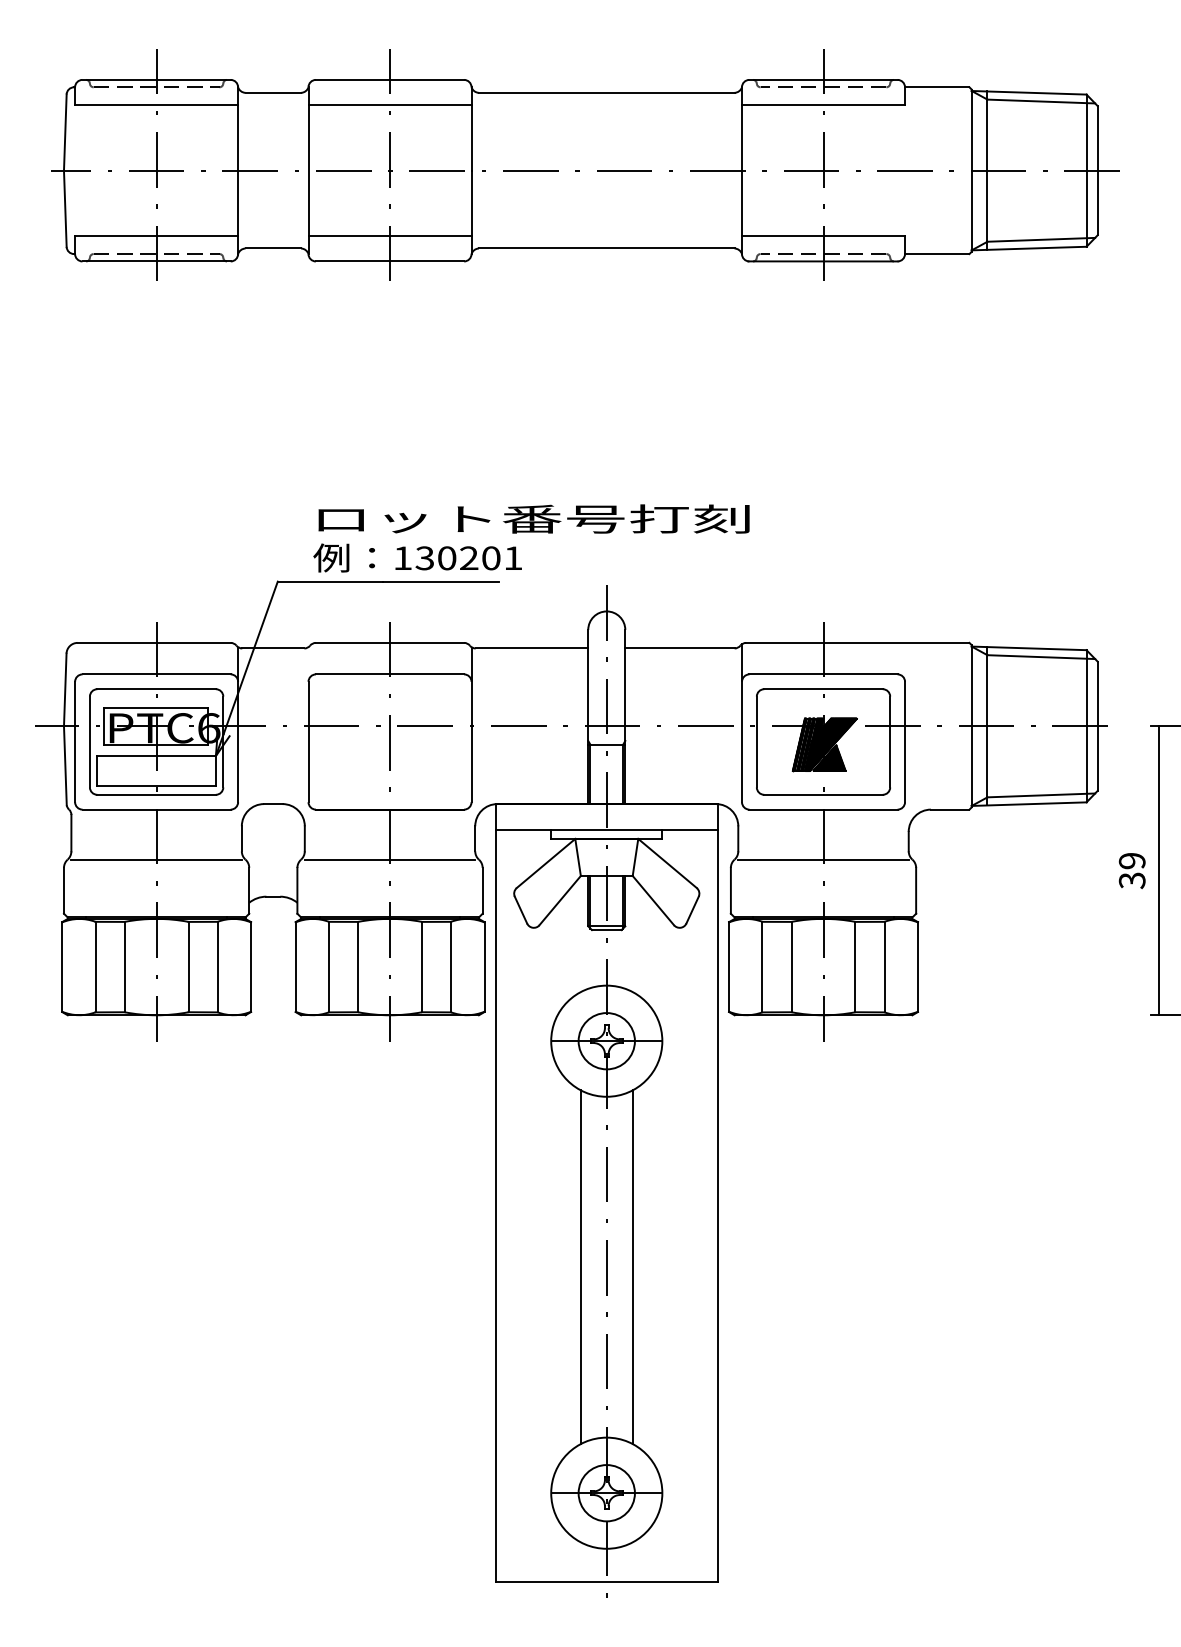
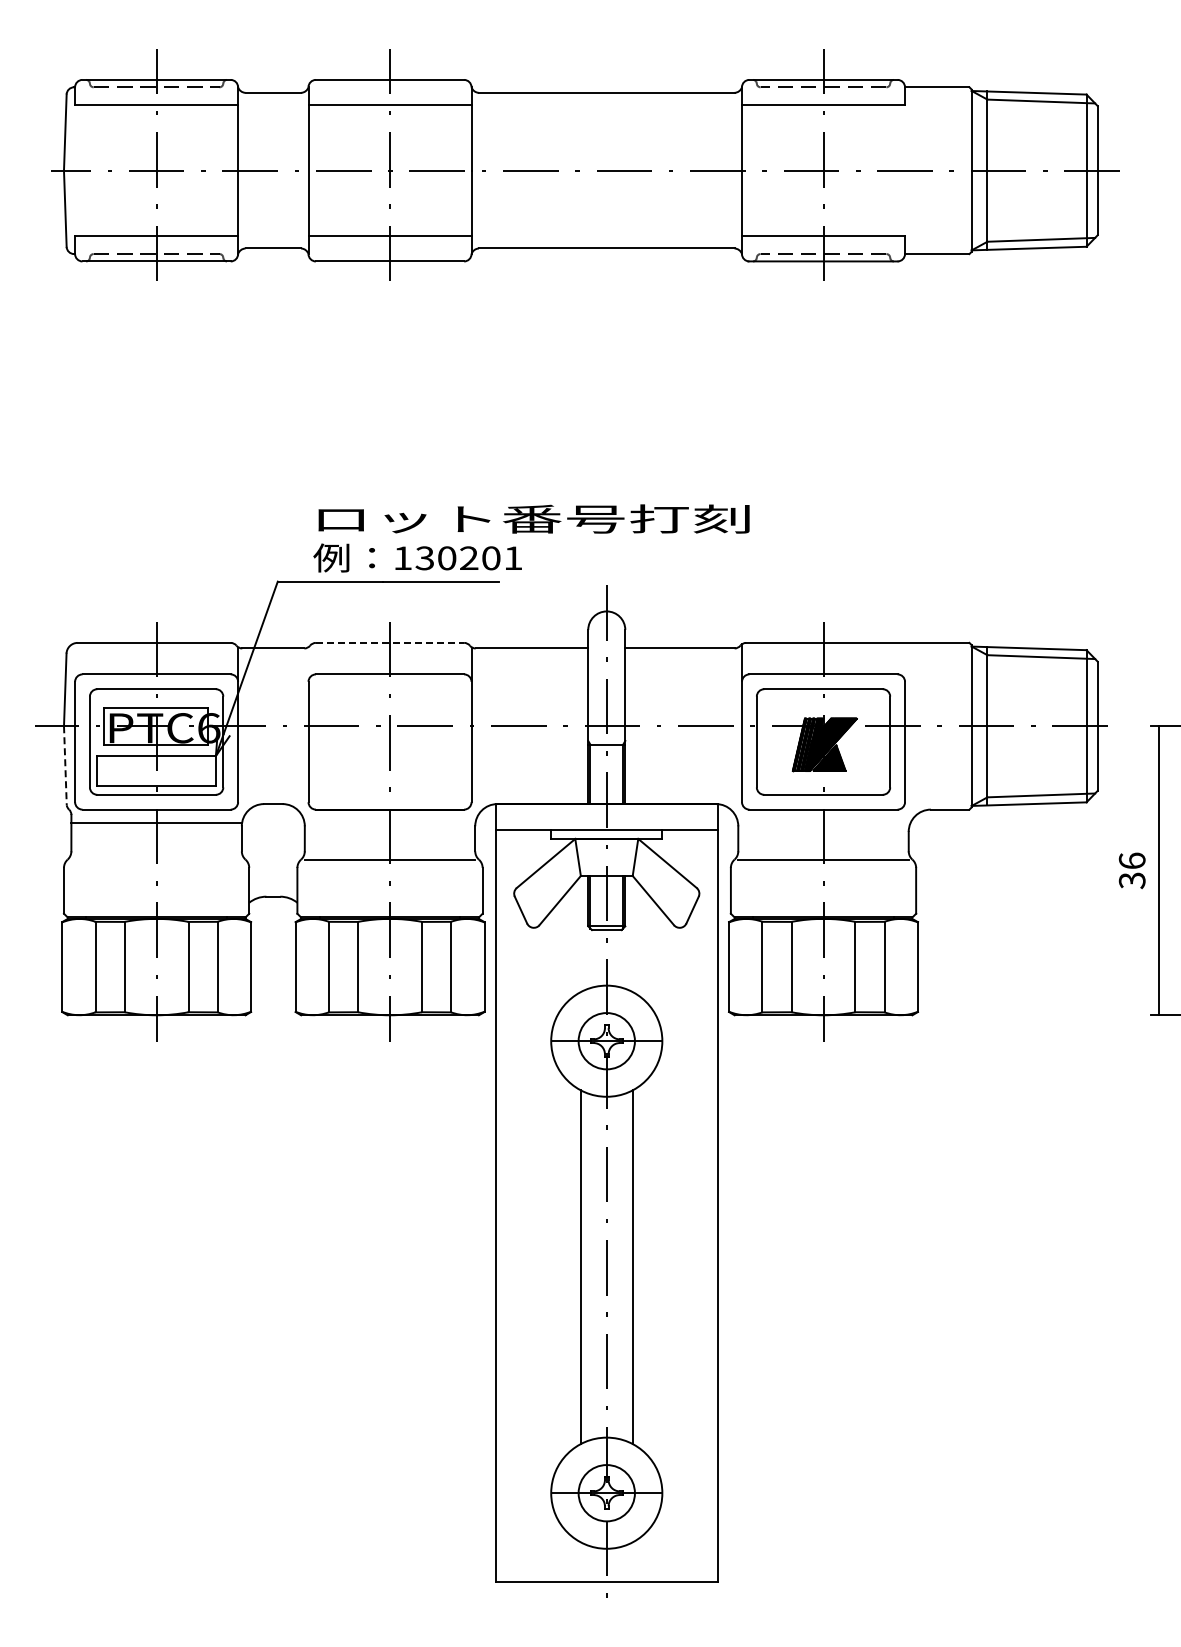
line at (390, 642): solid -> dashed
line at (65, 765): solid -> dashed
line at (156, 859) position: (156, 859) -> (156, 822)
text at (1131, 860): 39 -> 36
